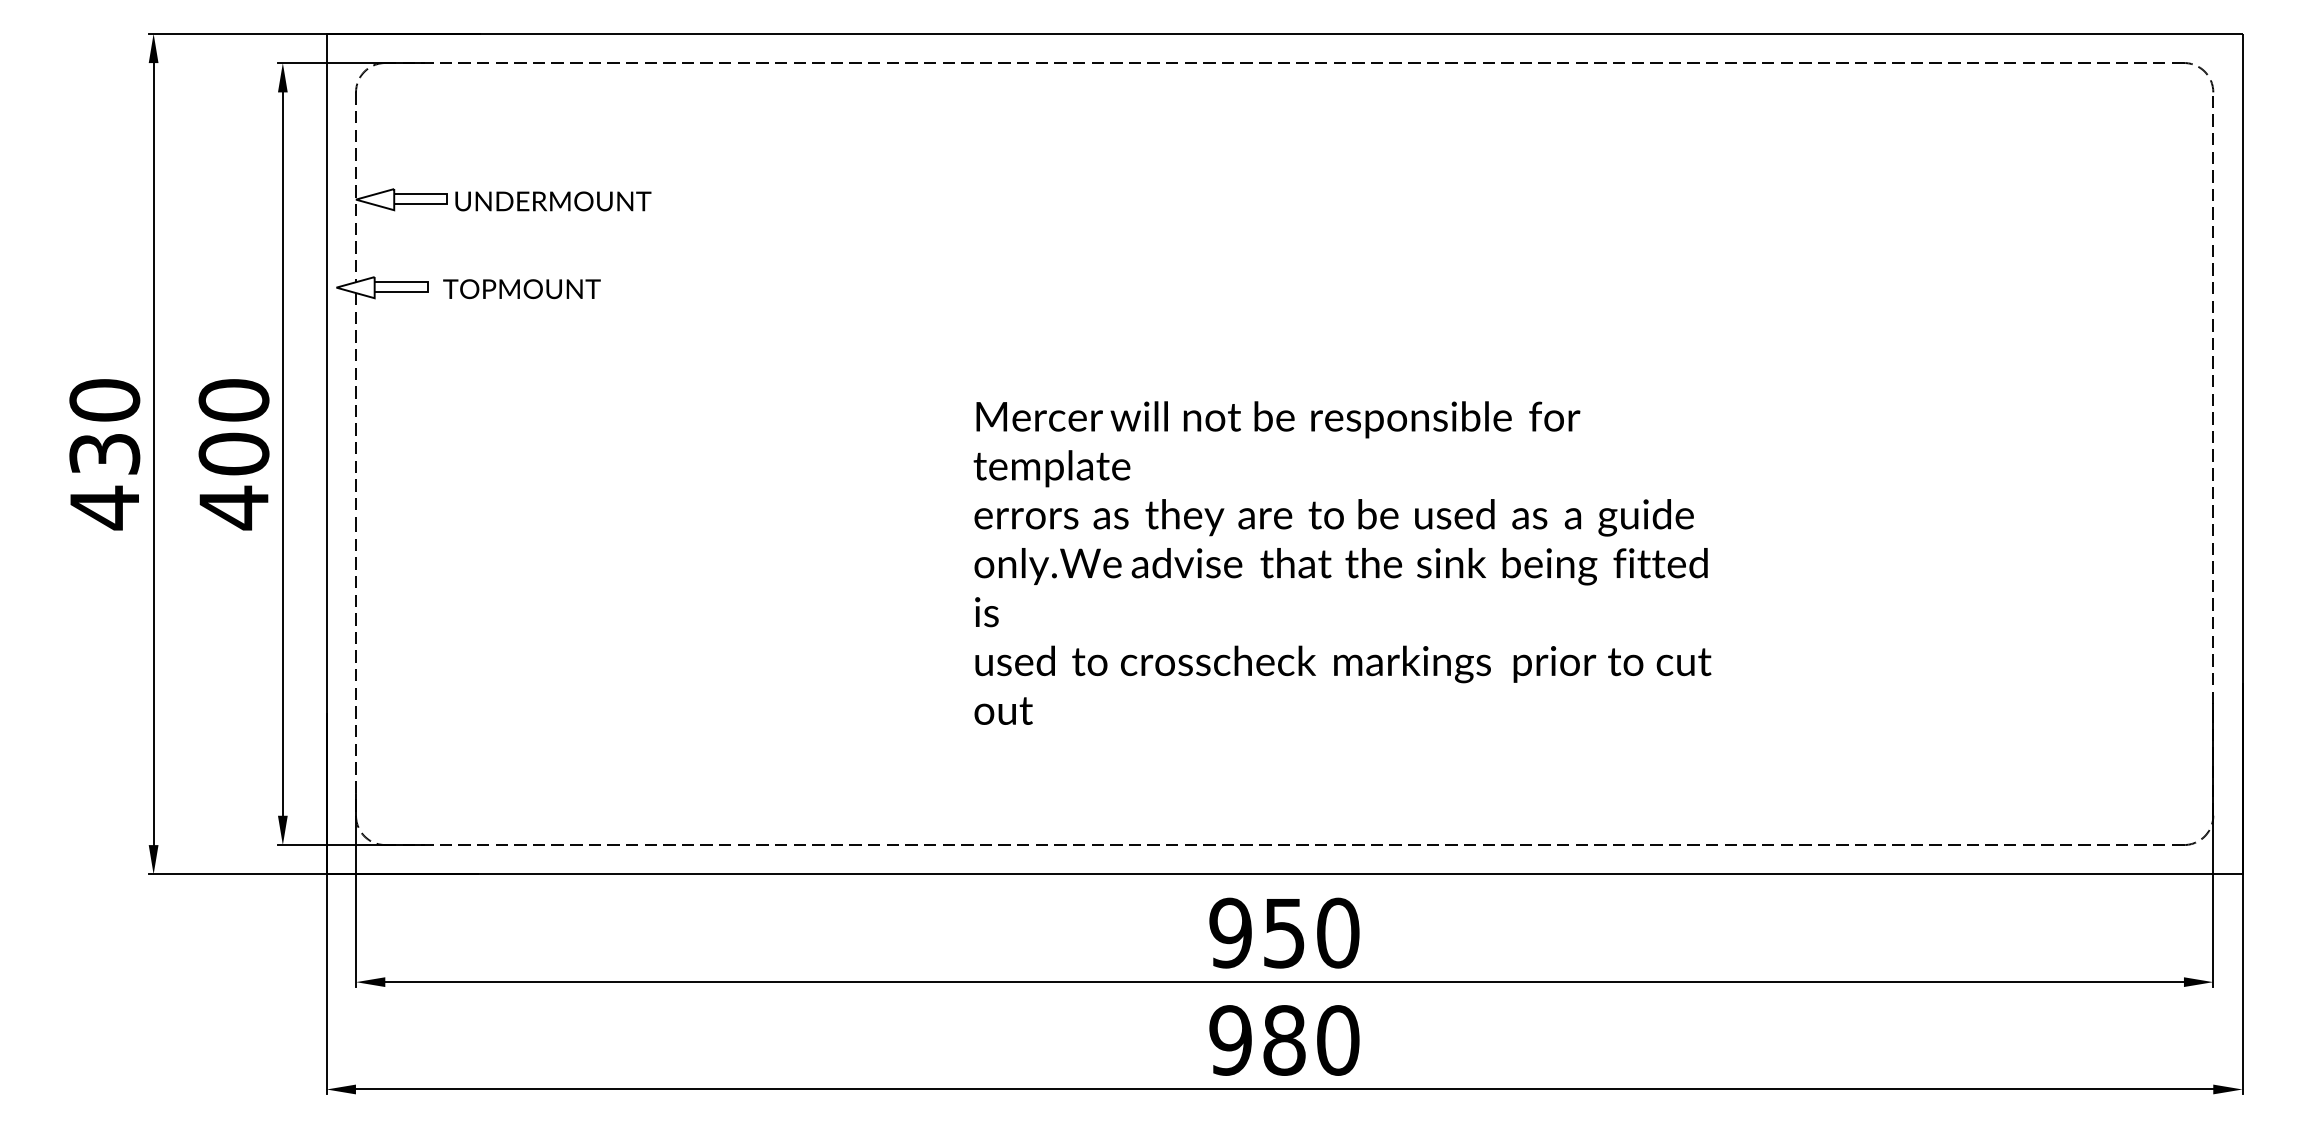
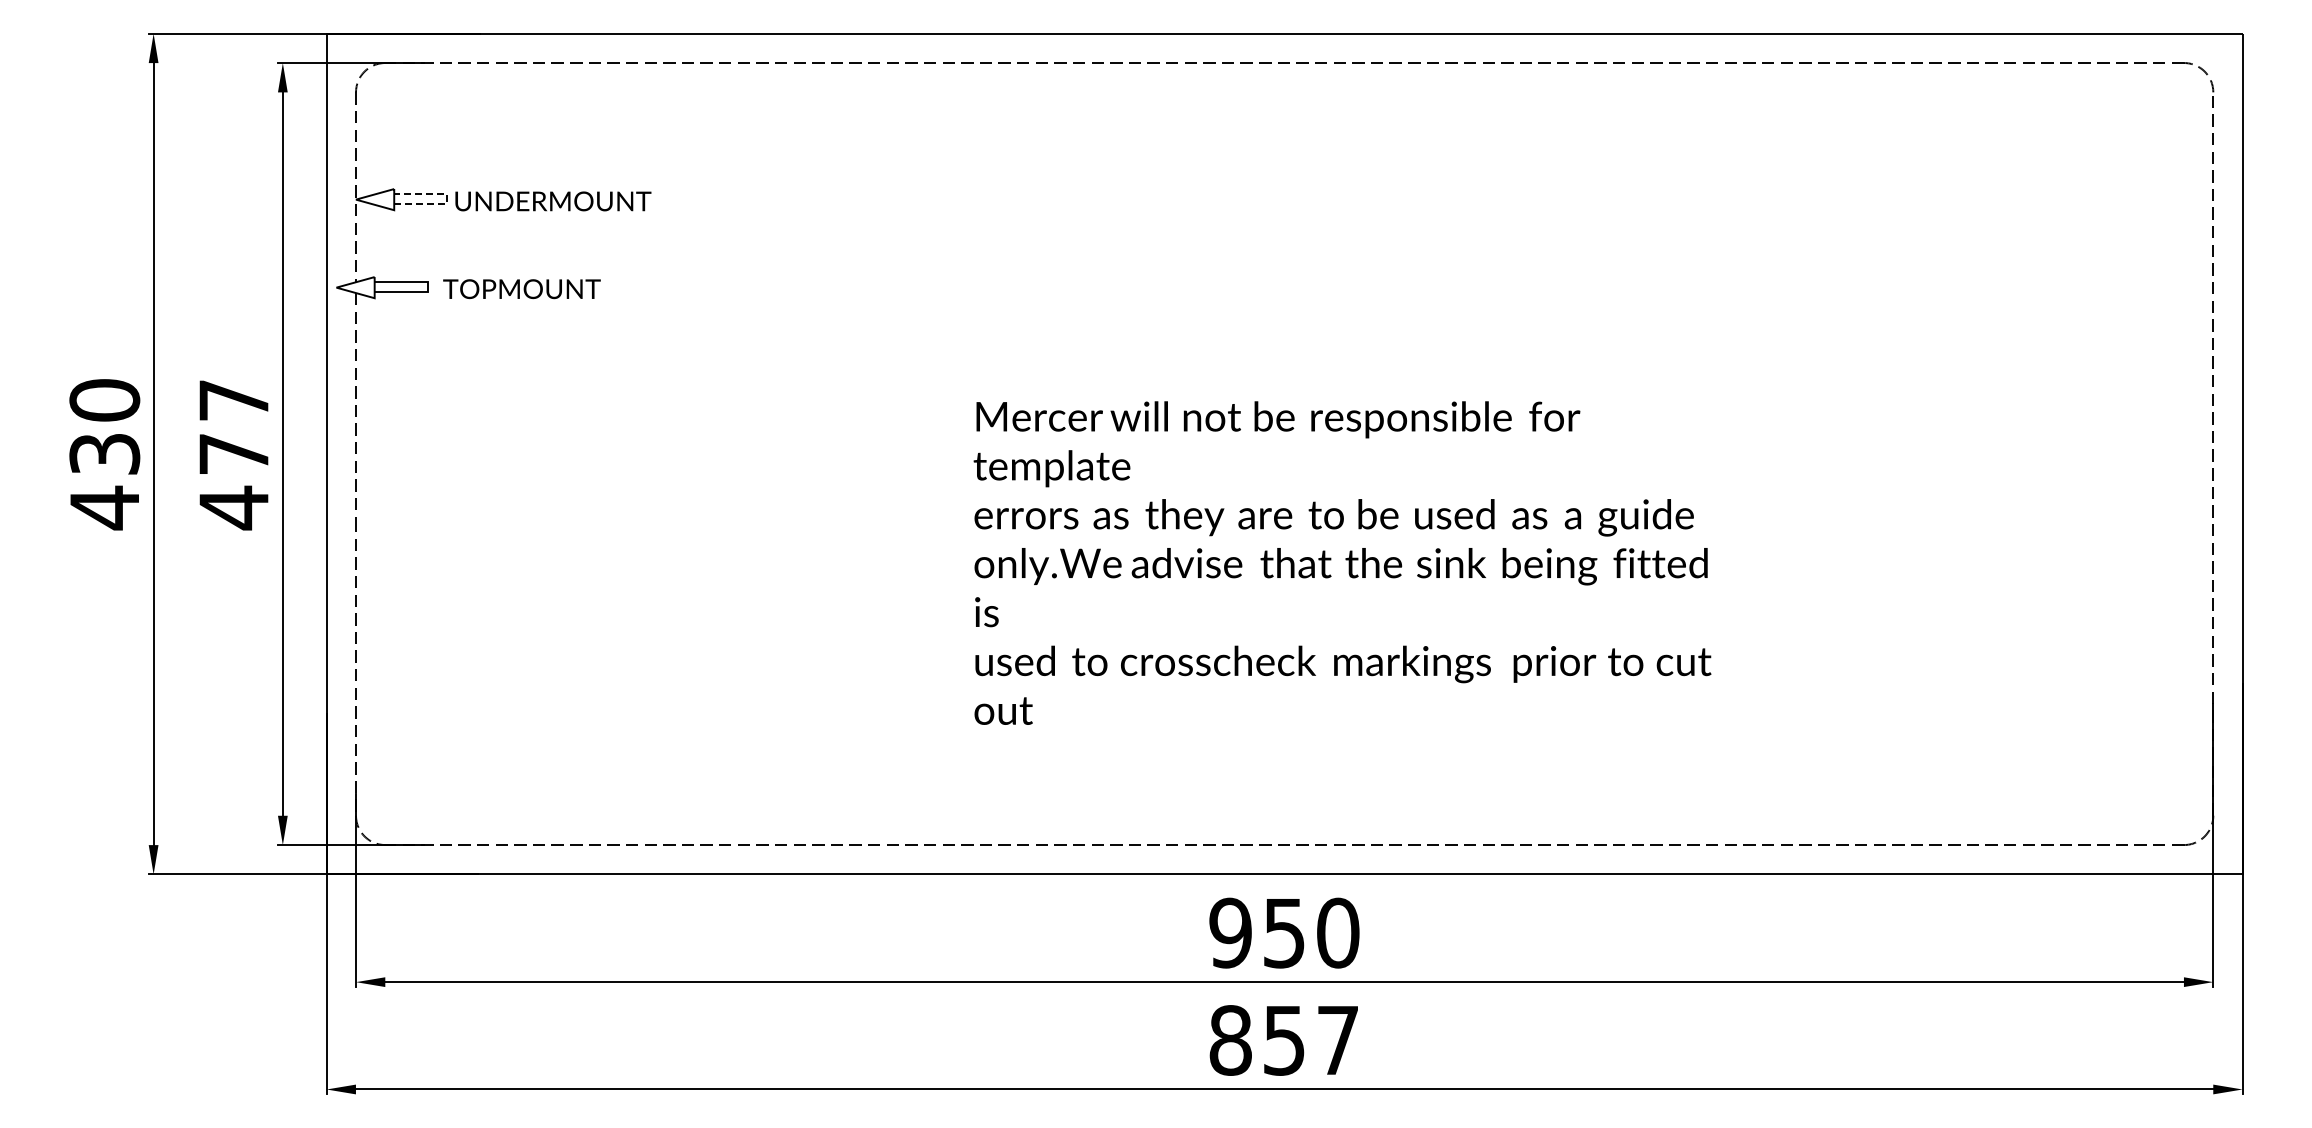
line at (447, 198): solid -> dashed
text at (233, 427): 400 -> 477
text at (1284, 1040): 980 -> 857
